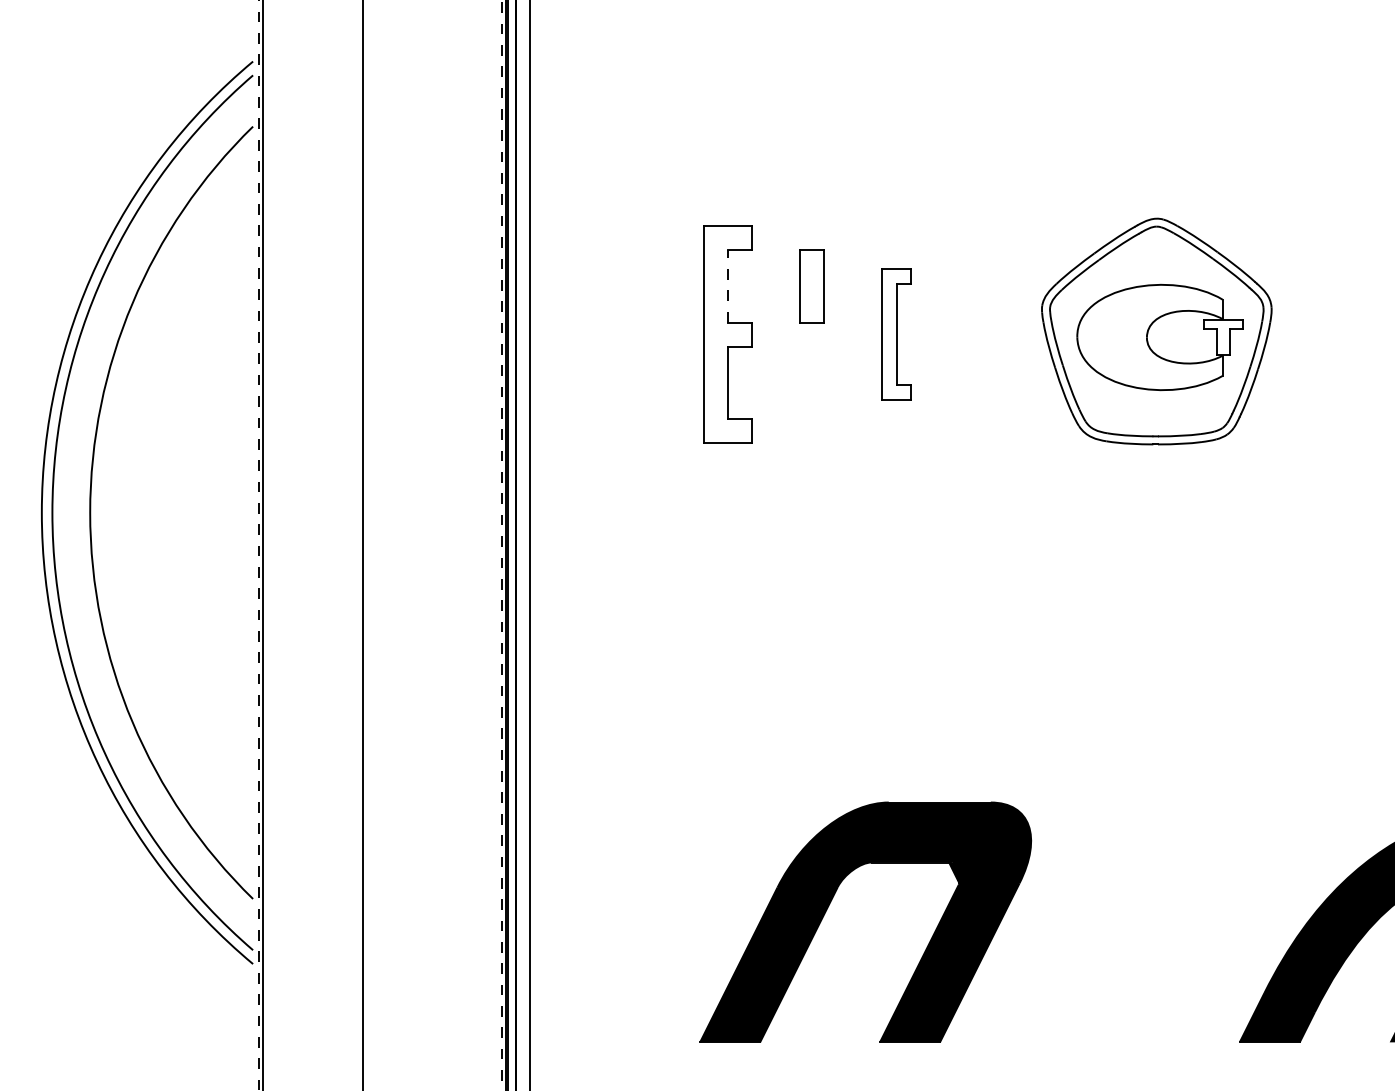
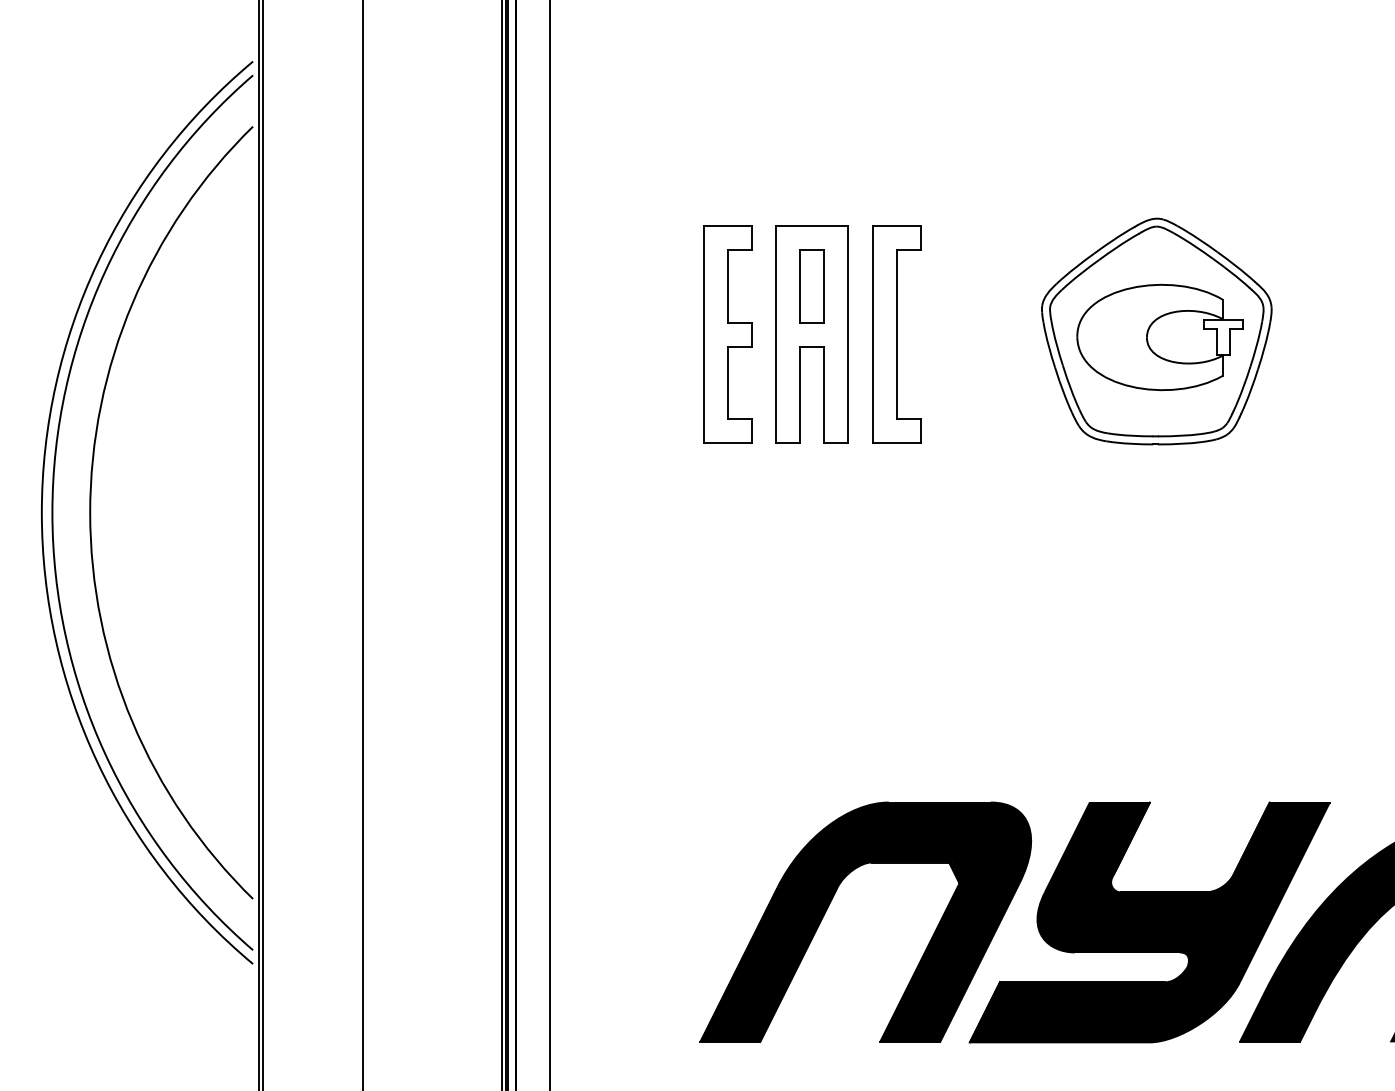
line at (727, 285): dashed -> solid
part at (811, 334): none -> present
part at (896, 334) size: 31x133 px -> 50x219 px
line at (529, 544) position: (529, 544) -> (549, 544)
line at (258, 545): dashed -> solid
line at (501, 545): dashed -> solid
part at (1149, 922): none -> present
